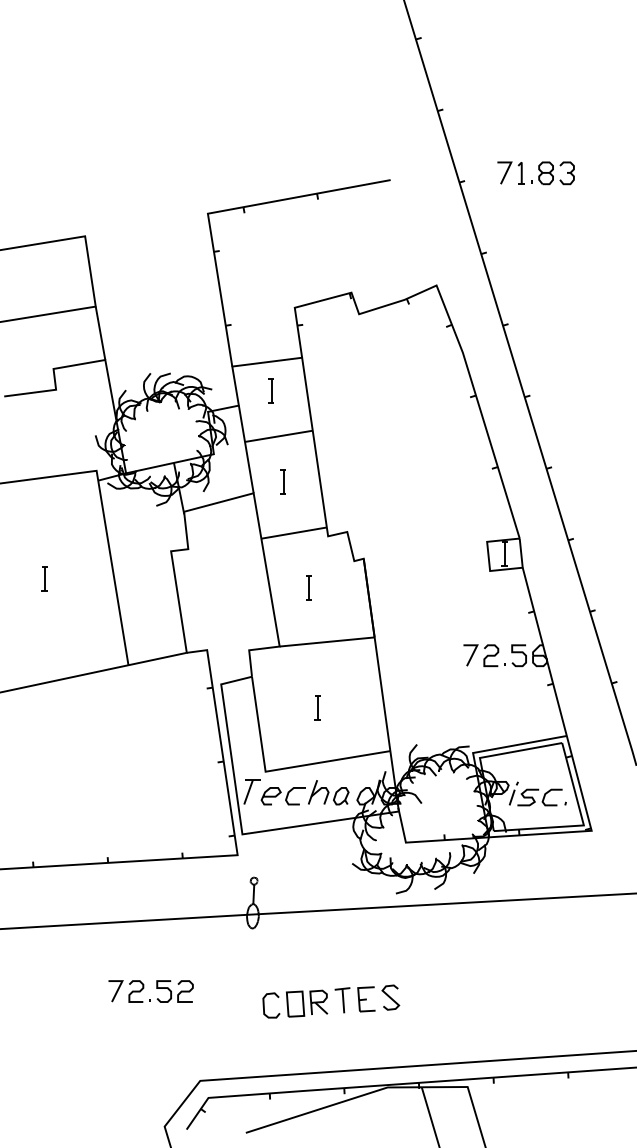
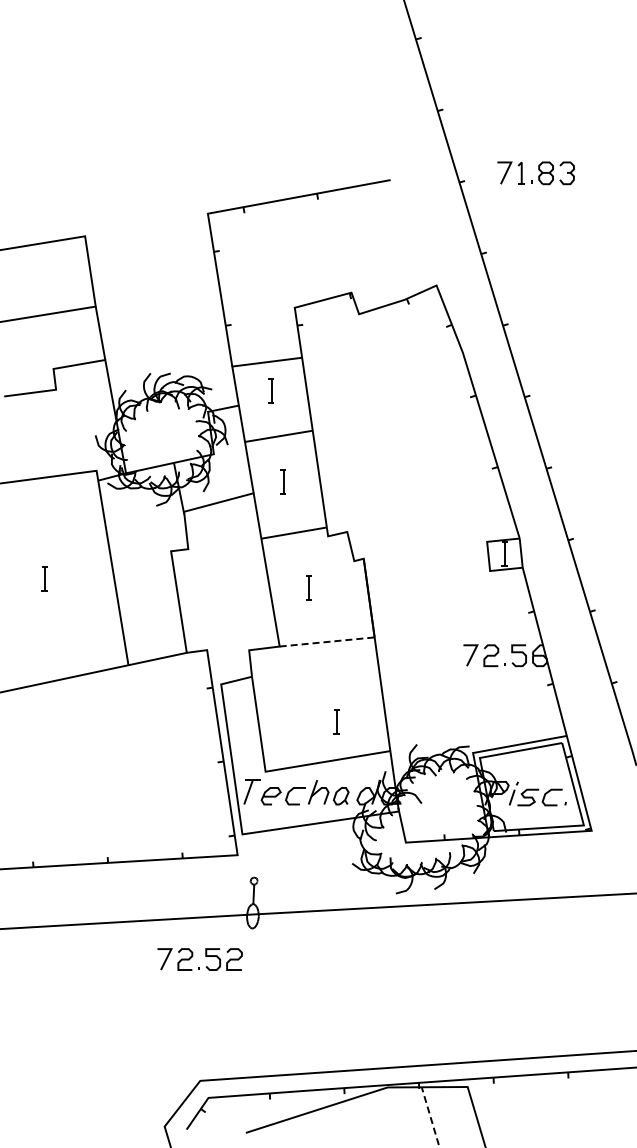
line at (328, 641): solid -> dashed
part at (317, 707) position: (317, 707) -> (336, 721)
part at (144, 988) position: (144, 988) -> (193, 956)
part at (331, 1001): present -> none
line at (430, 1116): solid -> dashed
